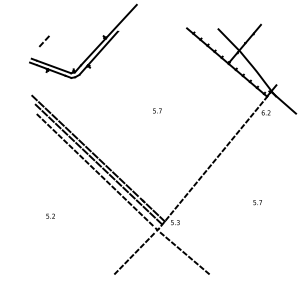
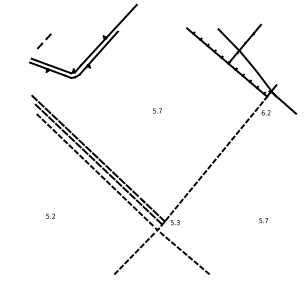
part at (43, 41) size: 12x13 px -> 15x17 px
text at (257, 202) position: (257, 202) -> (263, 220)
